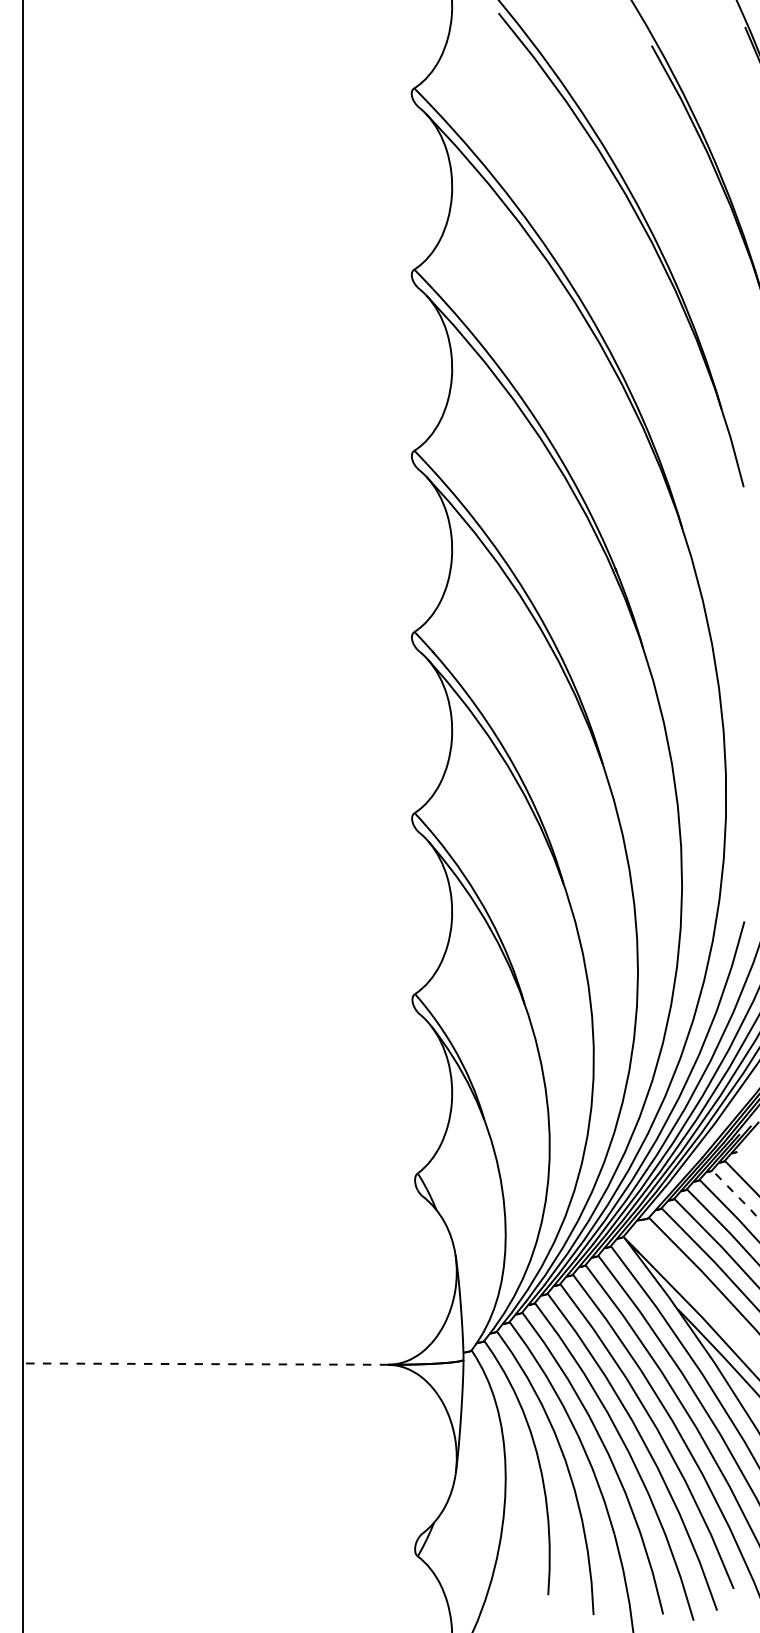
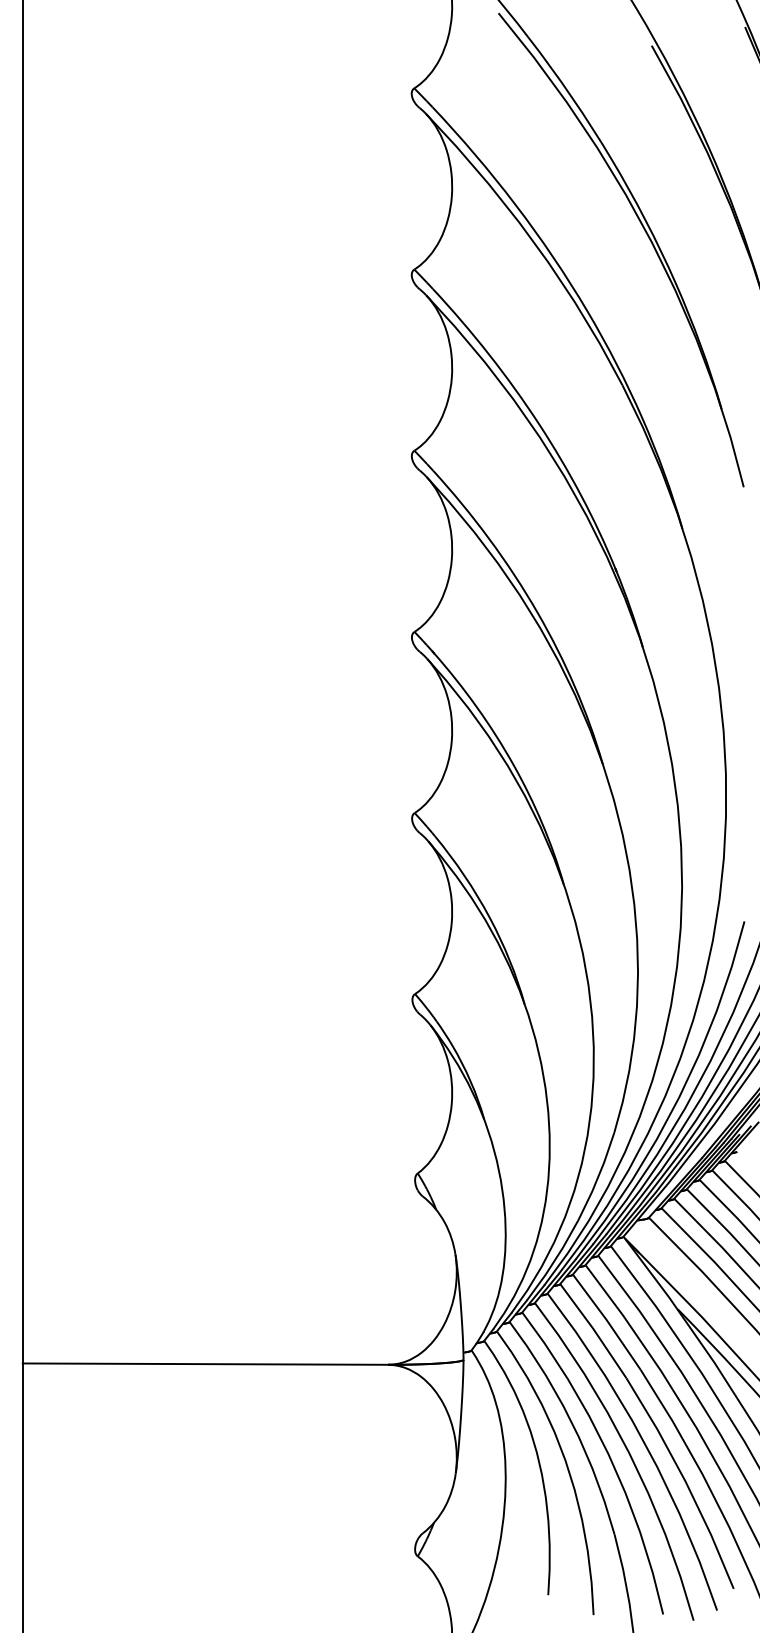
line at (736, 1195): dashed -> solid
line at (205, 1364): dashed -> solid
